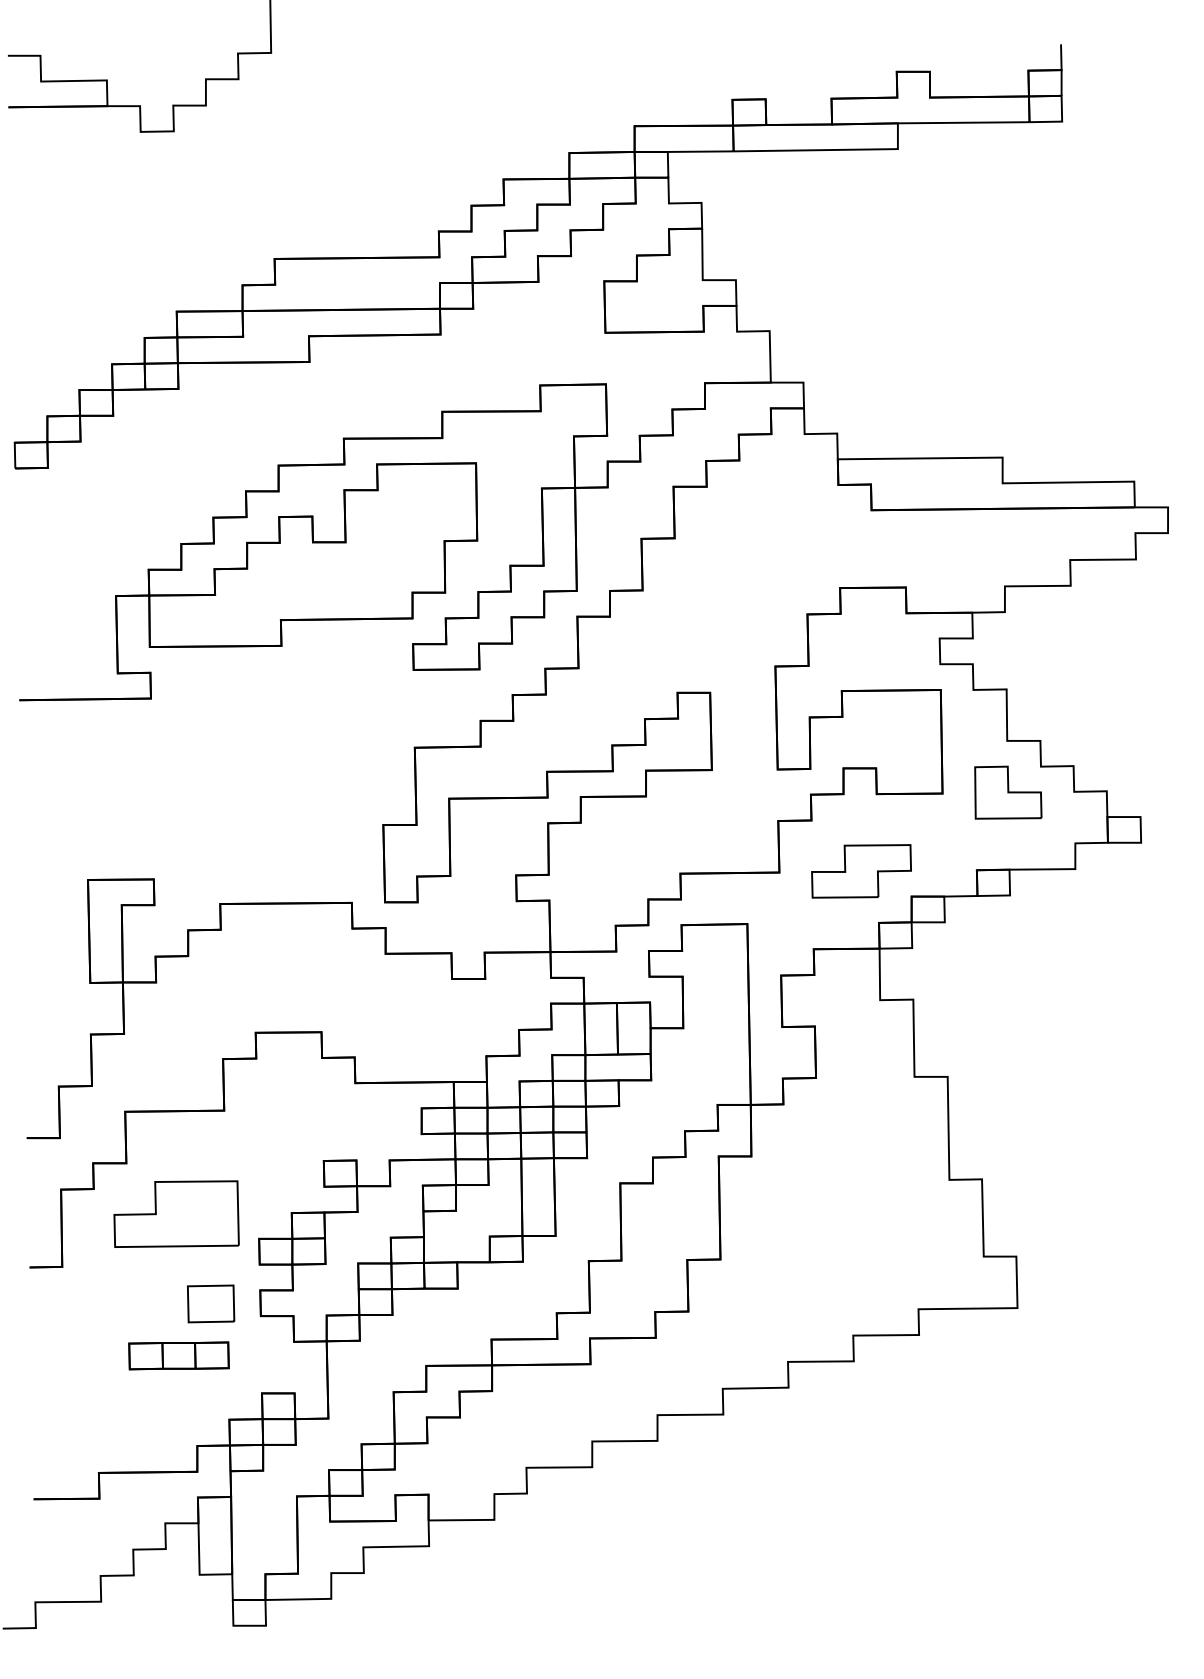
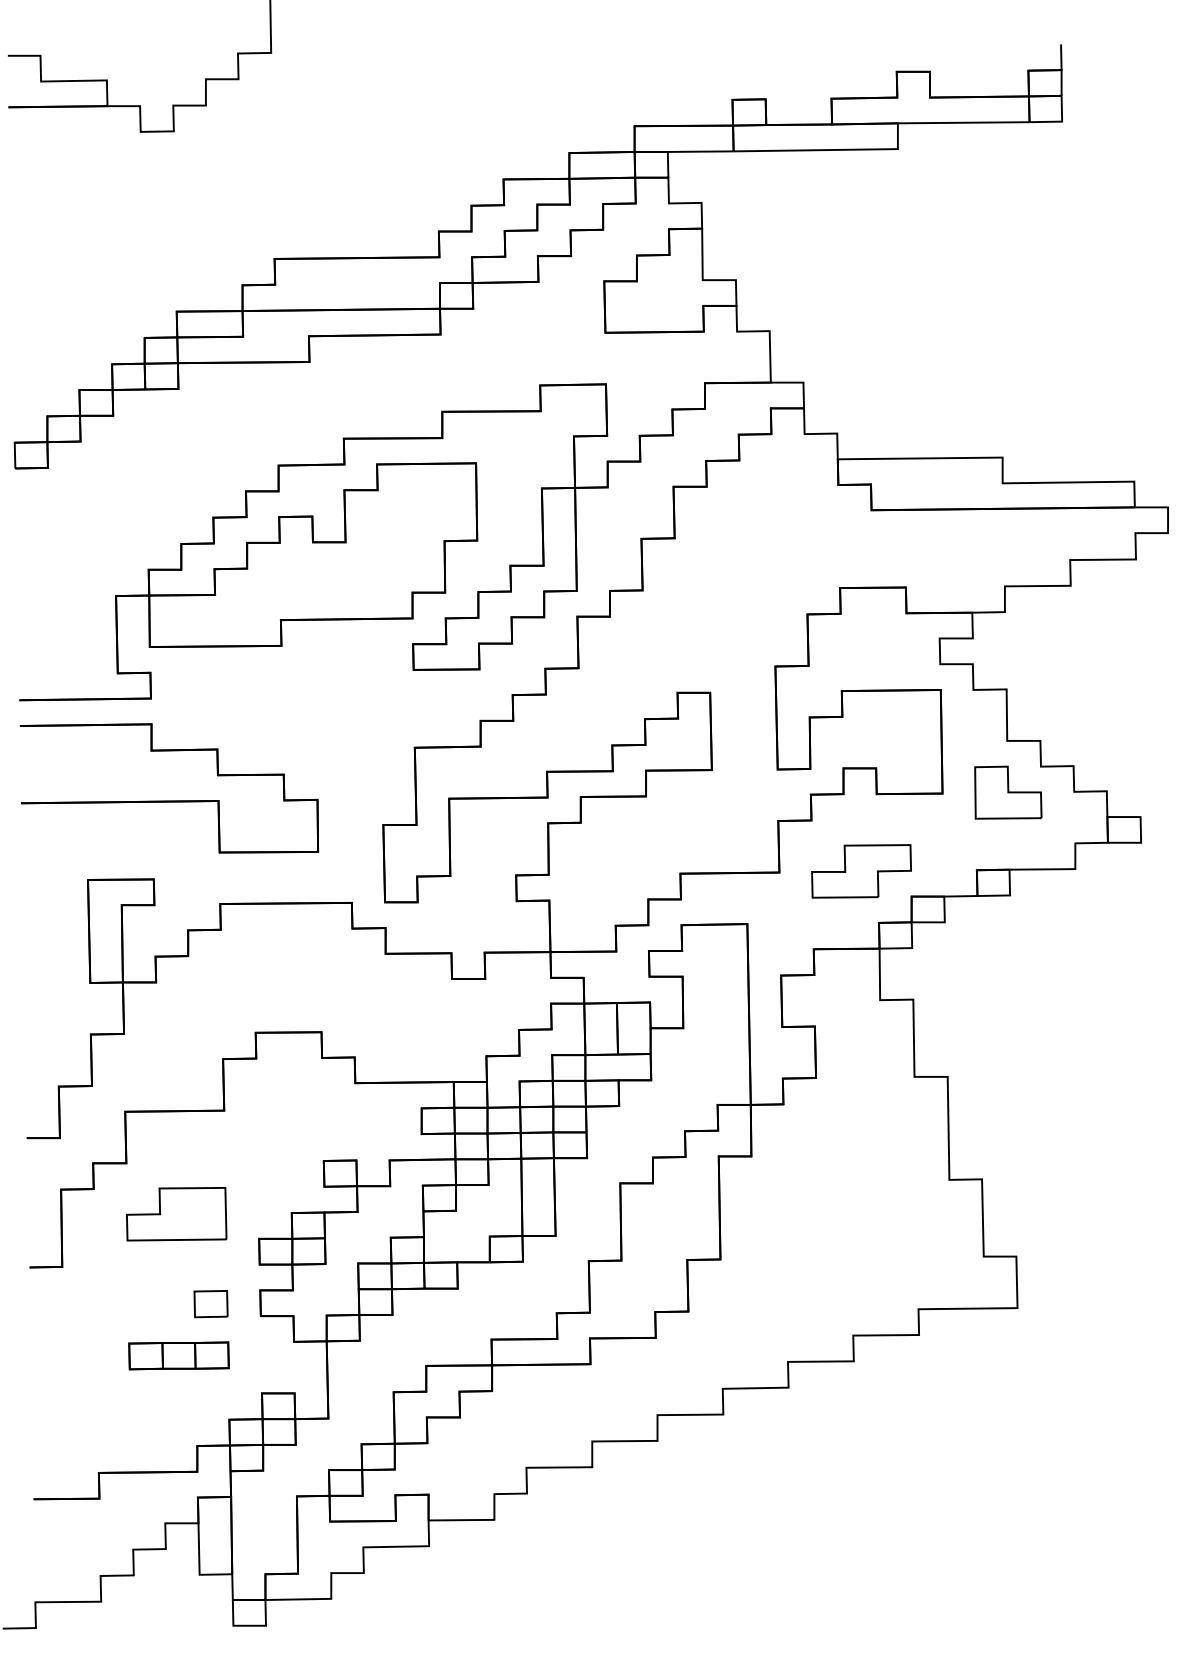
part at (169, 800): none -> present
part at (176, 1213) size: 127x68 px -> 102x55 px
part at (211, 1303) size: 49x40 px -> 36x29 px
